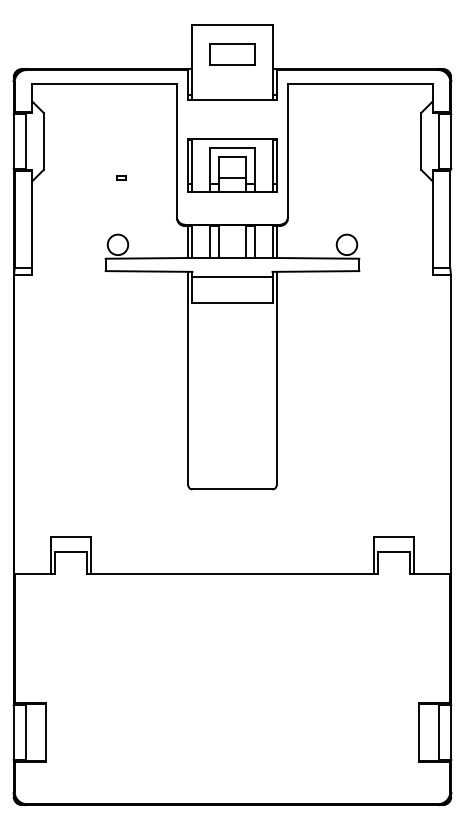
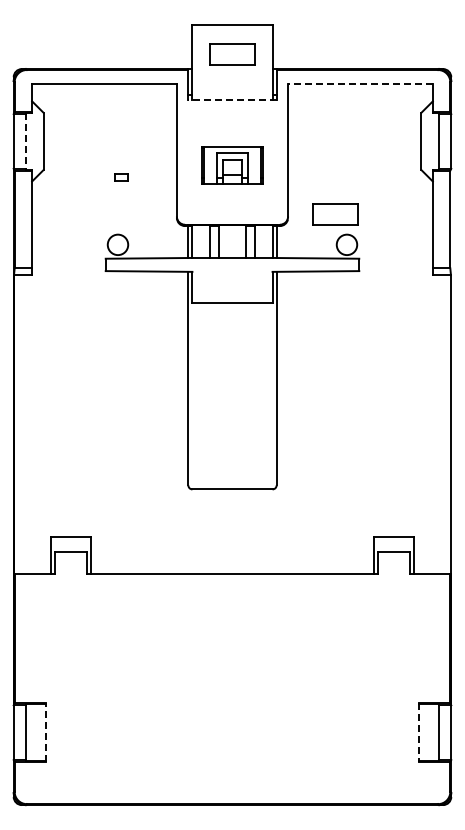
line at (359, 83): solid -> dashed
line at (232, 100): solid -> dashed
line at (26, 141): solid -> dashed
part at (232, 165) size: 91x55 px -> 63x39 px
part at (121, 177) size: 11x6 px -> 15x9 px
part at (335, 214): none -> present
line at (232, 277): present -> none
line at (46, 732): solid -> dashed
line at (418, 733): solid -> dashed
